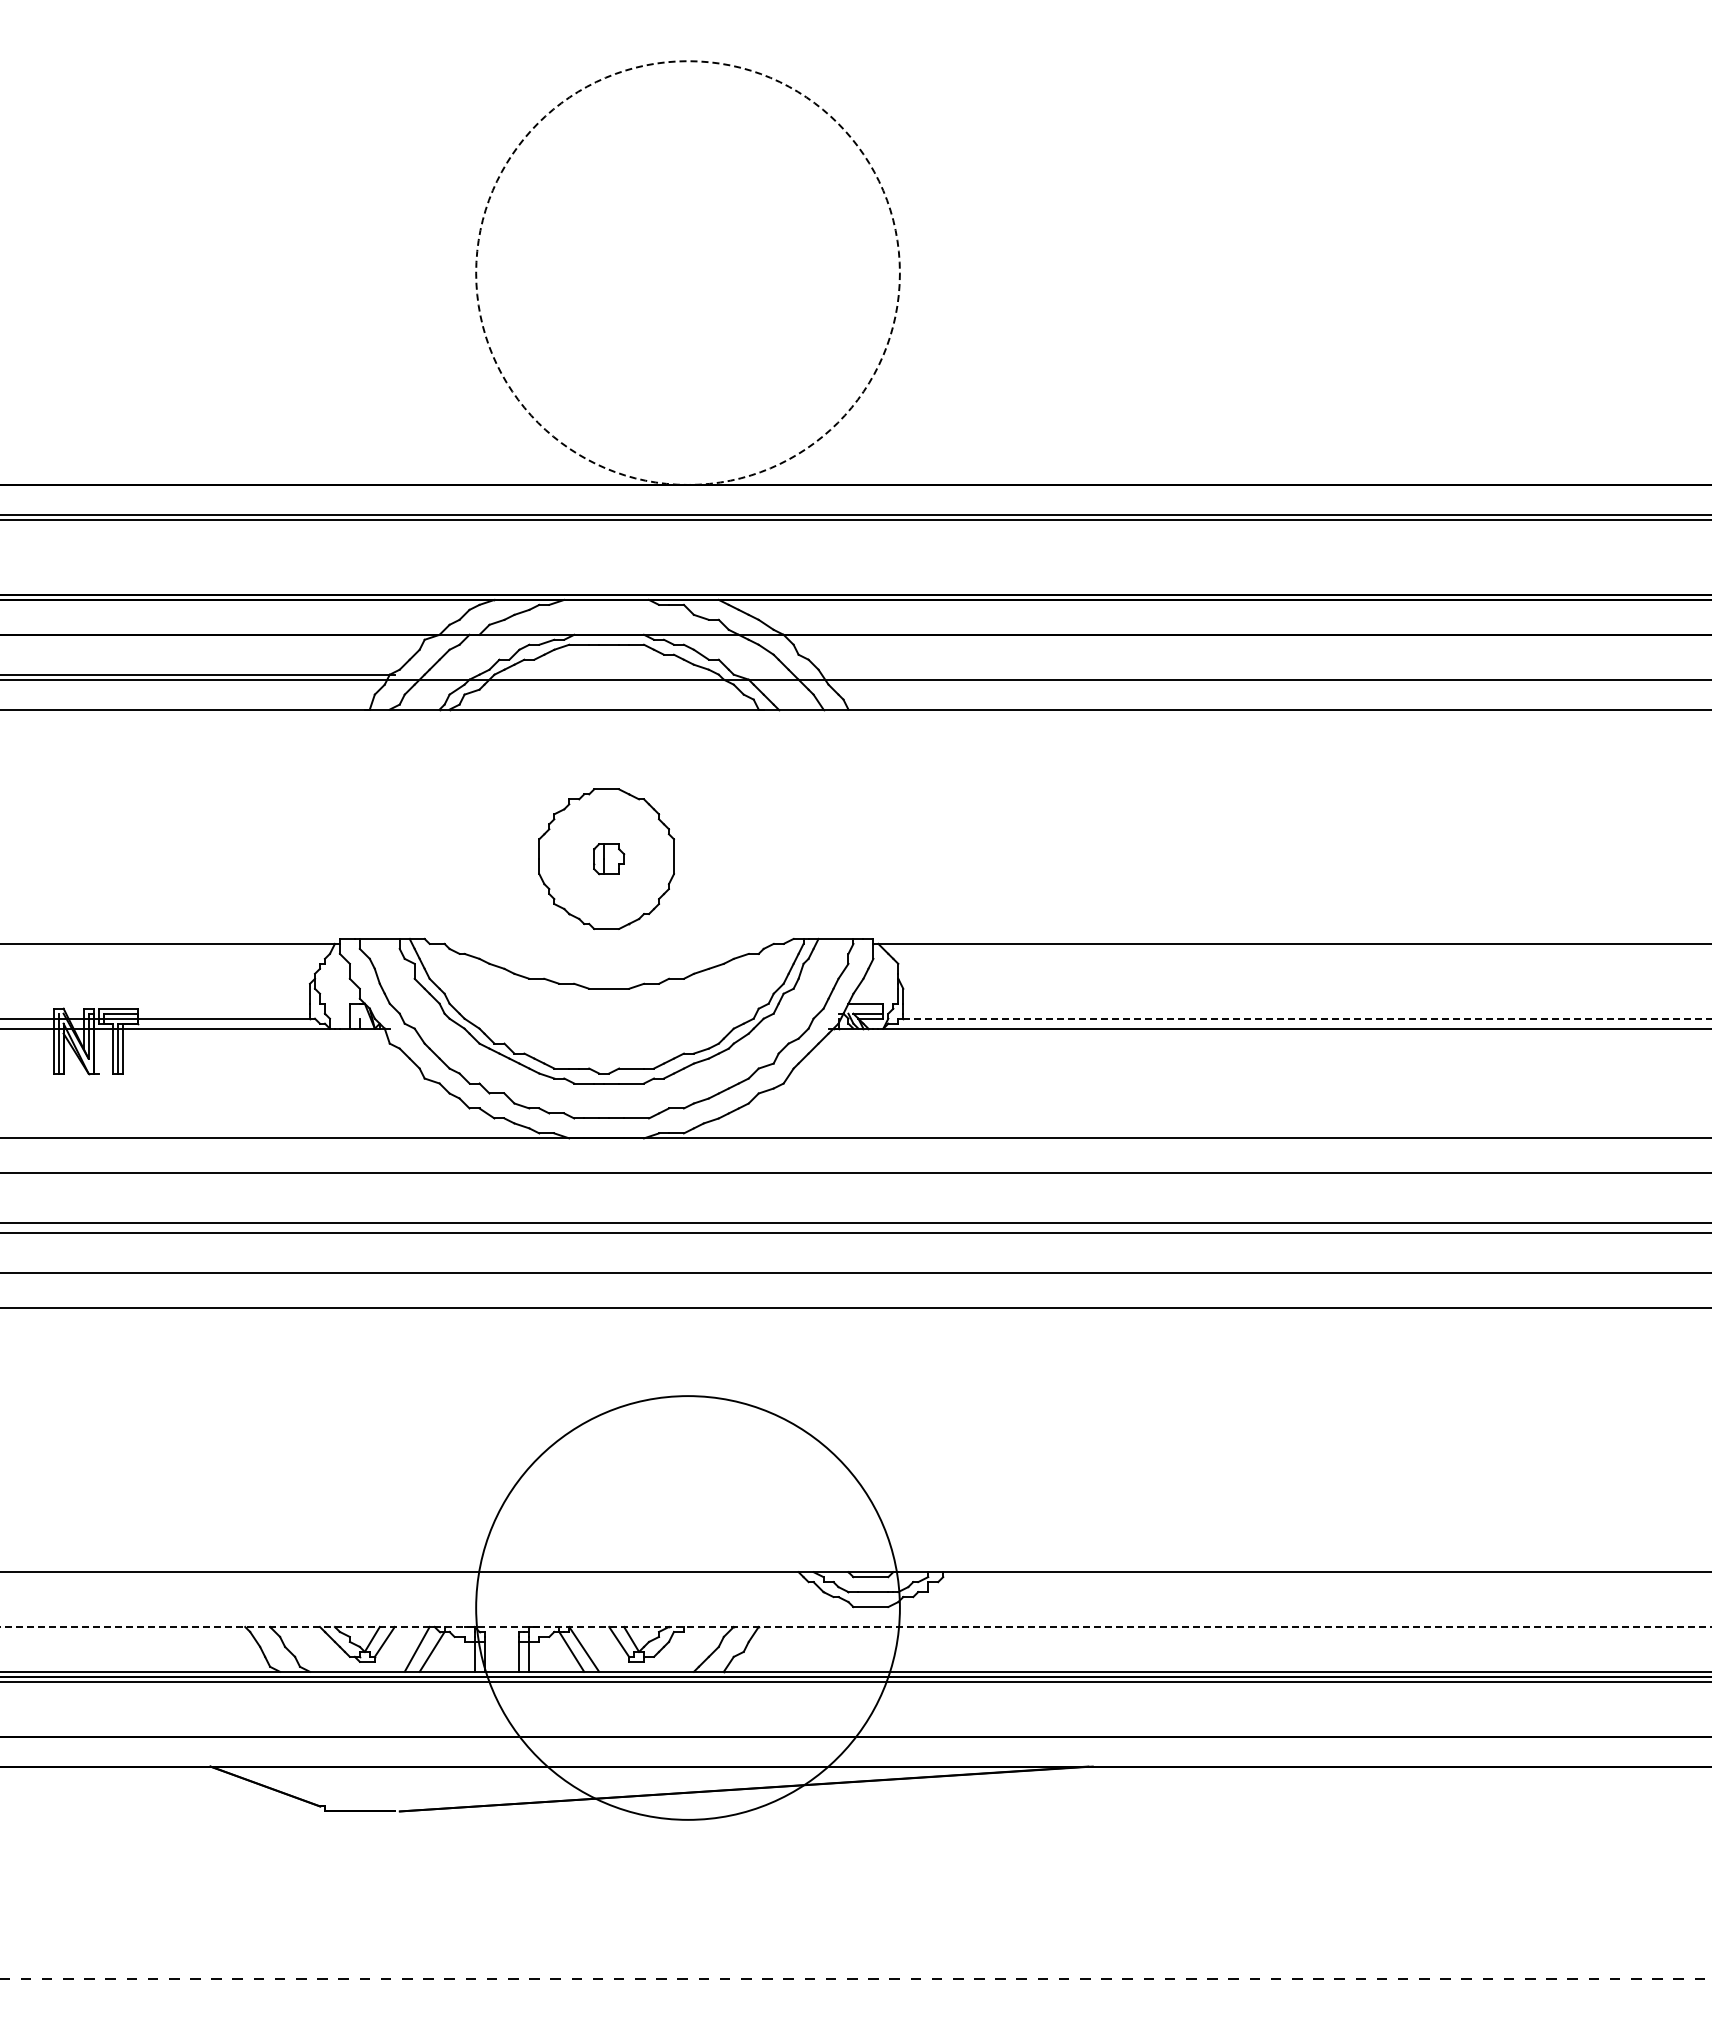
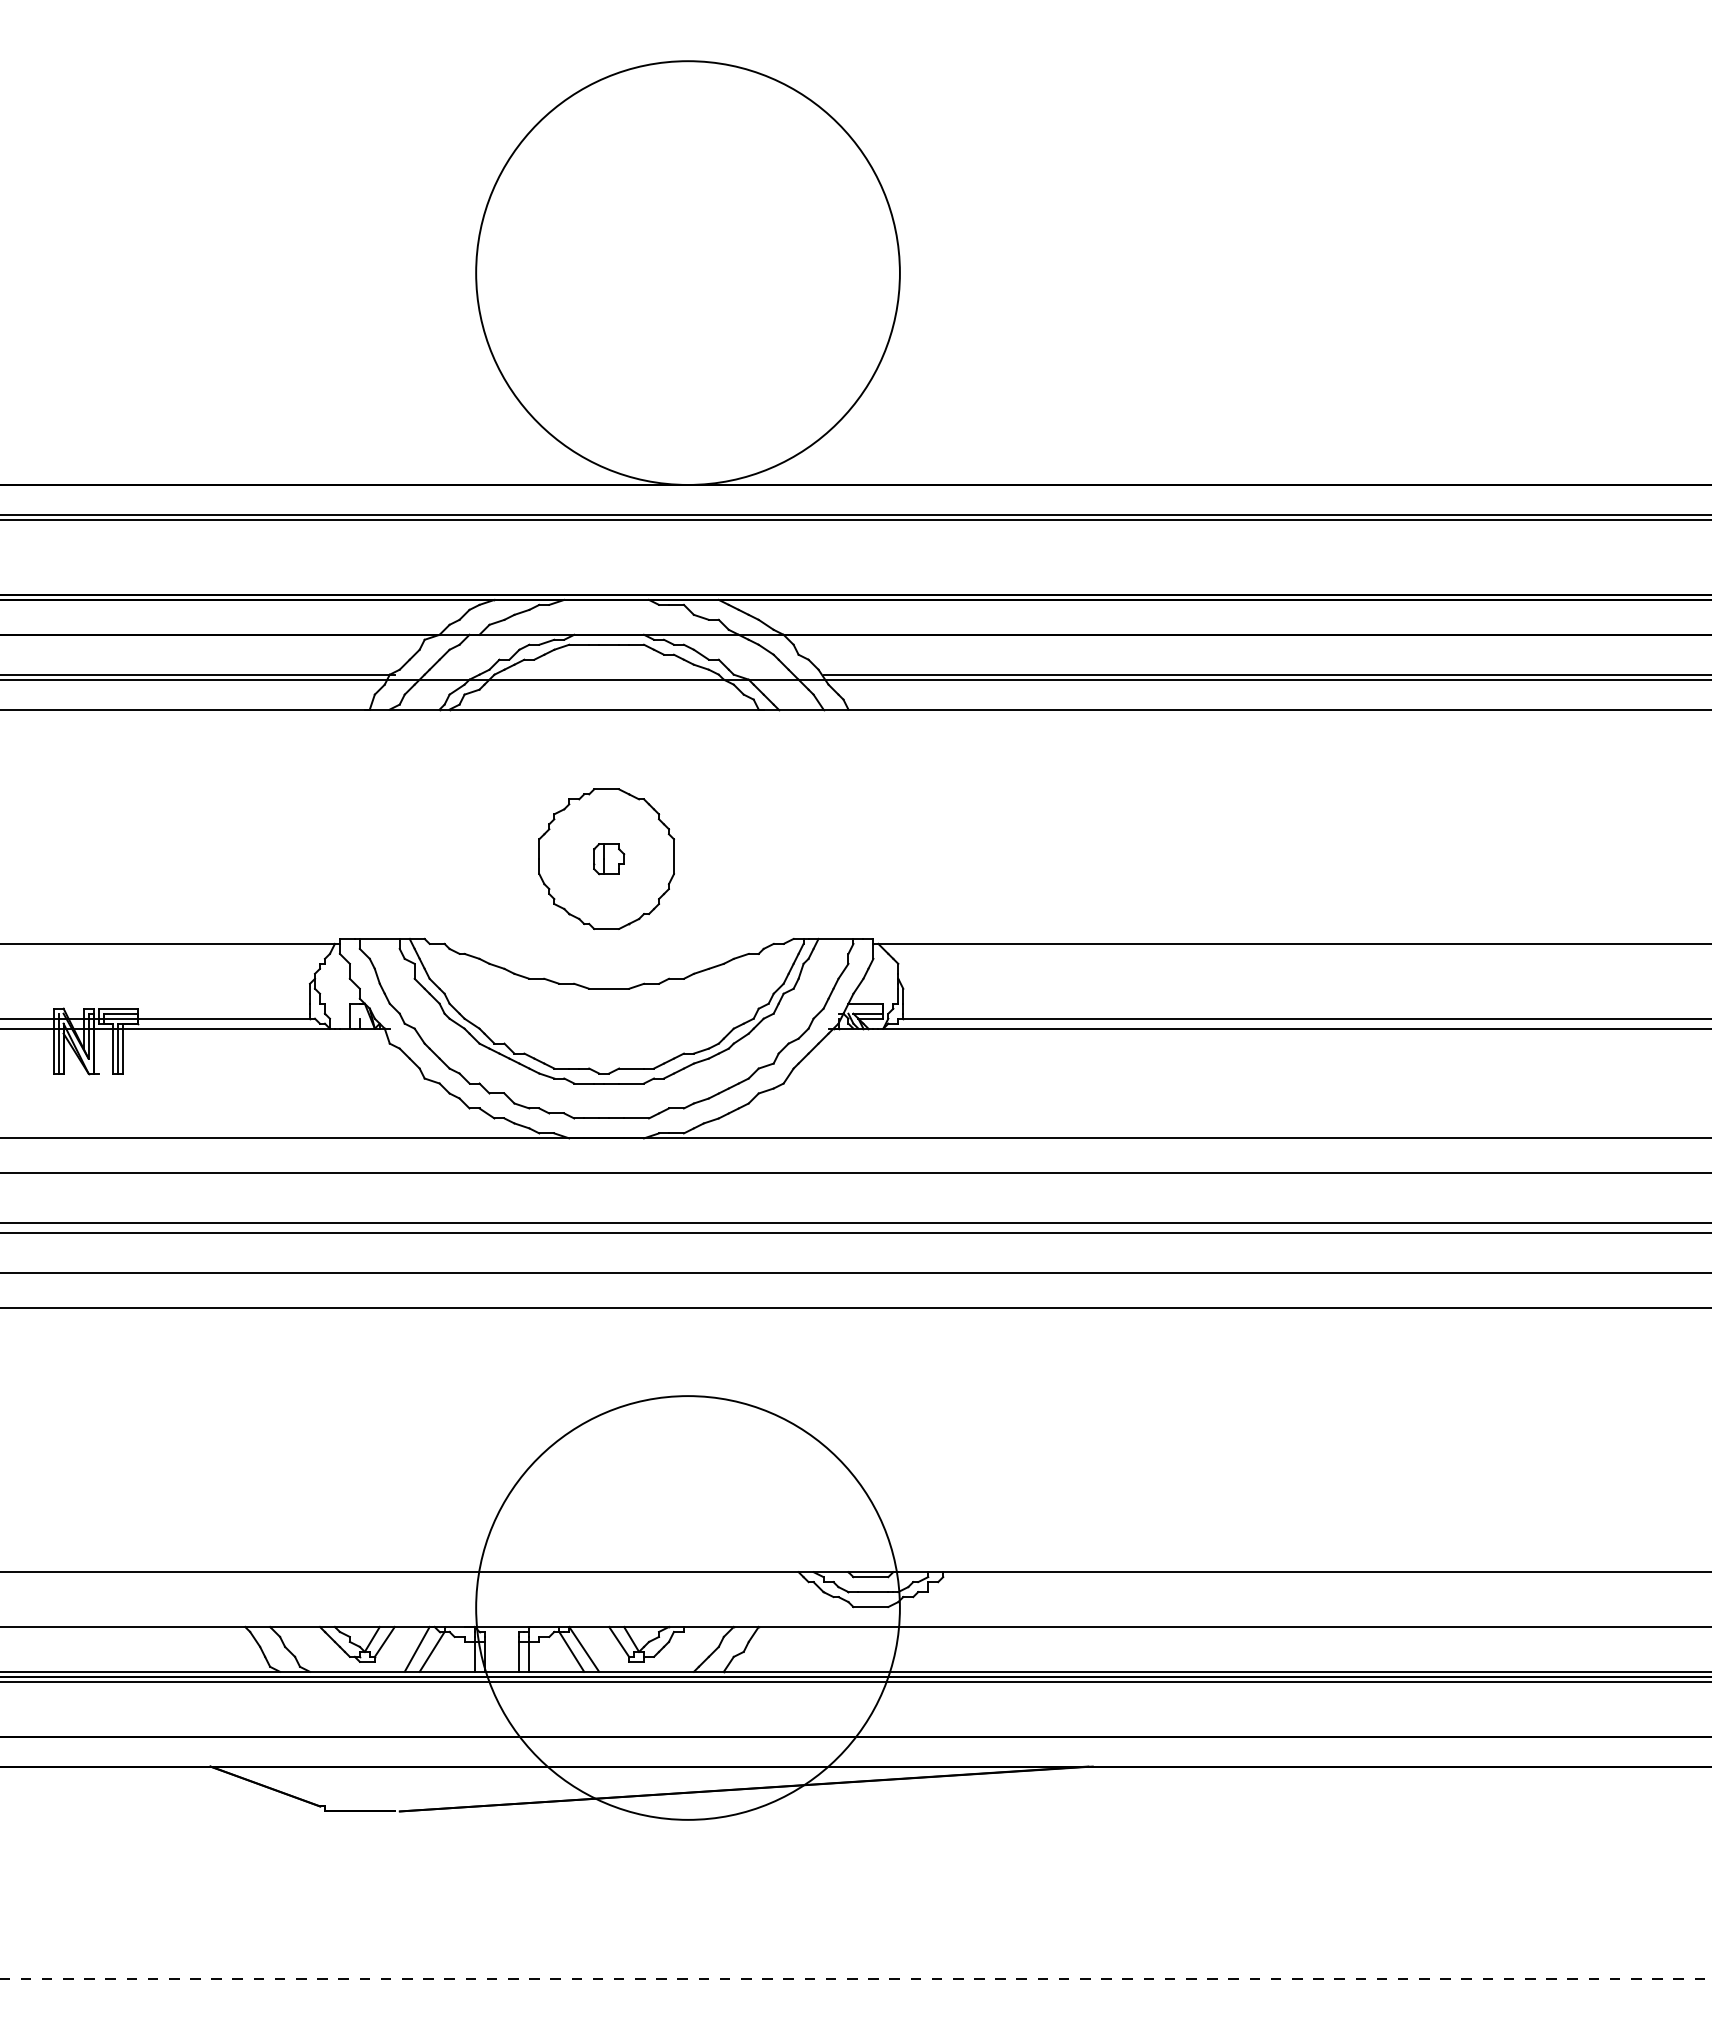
circle at (687, 272): dashed -> solid
line at (1265, 674): none -> present
line at (1307, 1018): dashed -> solid
line at (856, 1626): dashed -> solid
